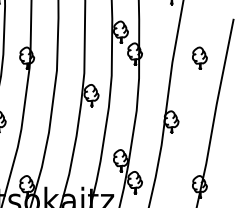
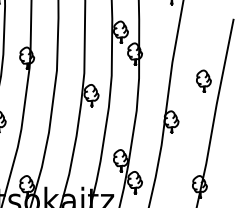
part at (199, 57) position: (199, 57) -> (203, 80)
